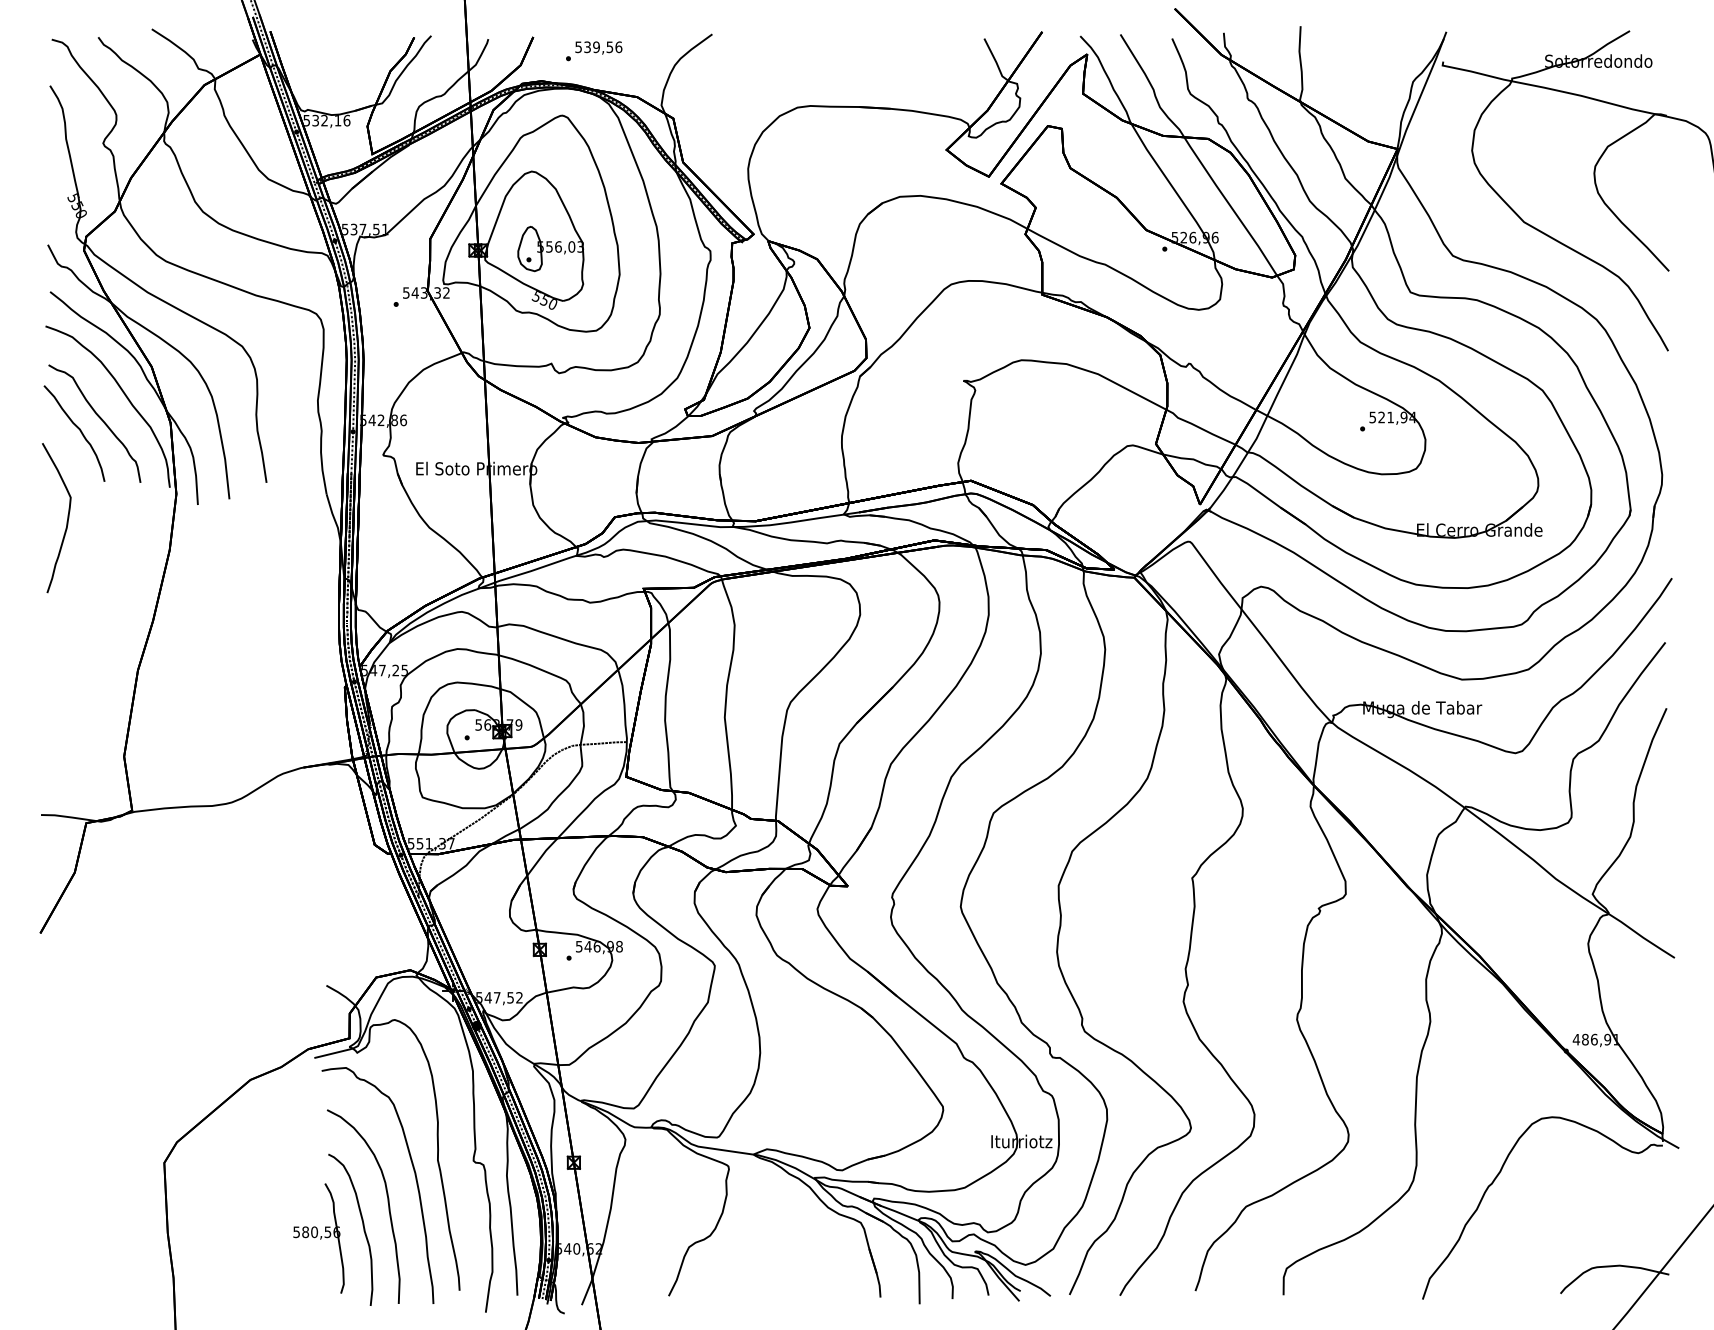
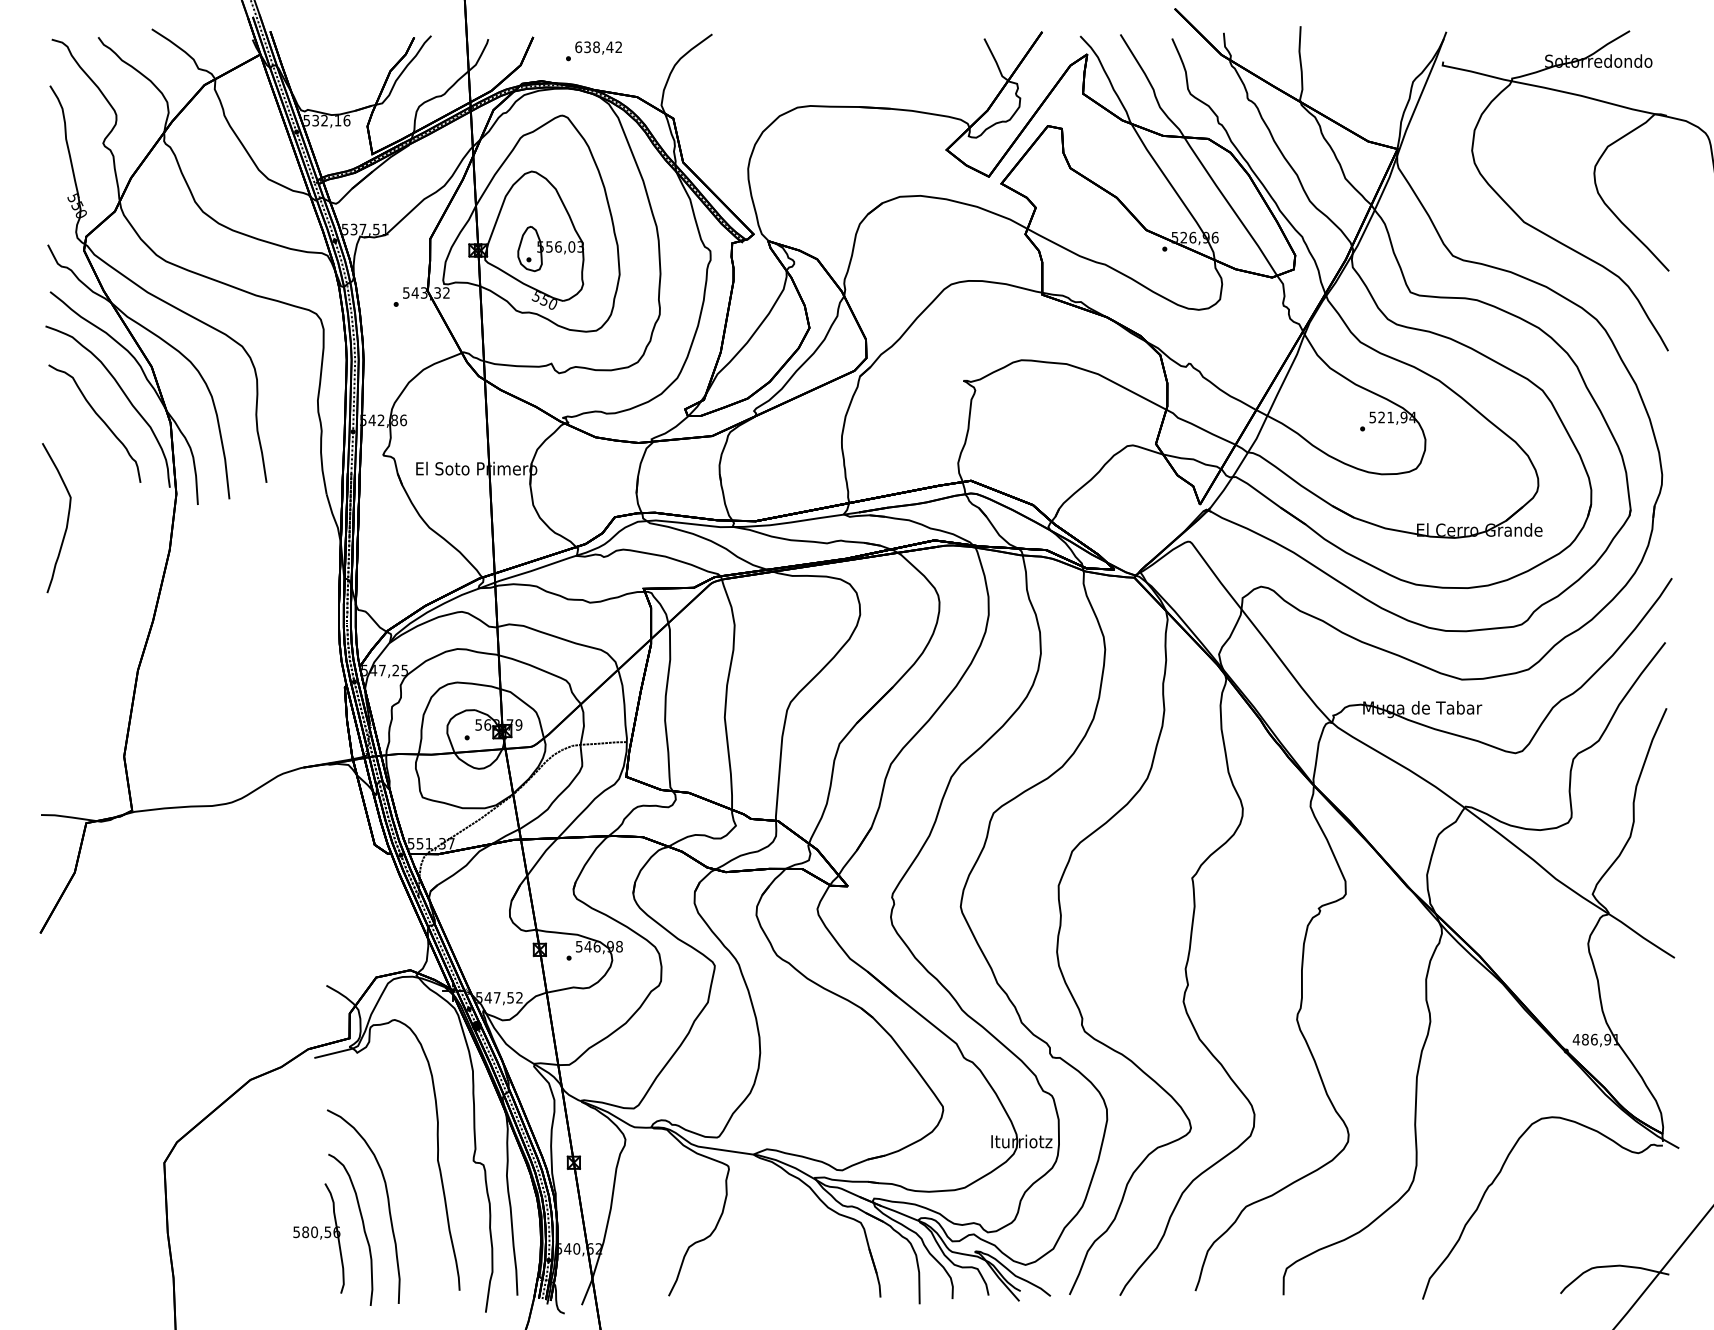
text at (598, 47): 539,56 -> 638,42
curve at (78, 429): present -> none
curve at (414, 1175): present -> none
